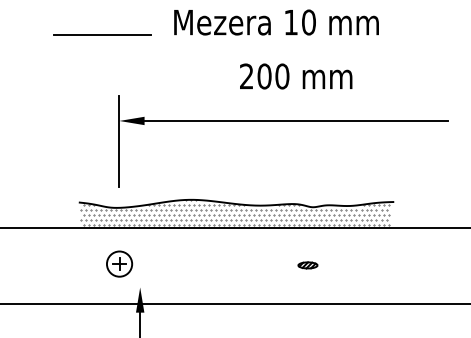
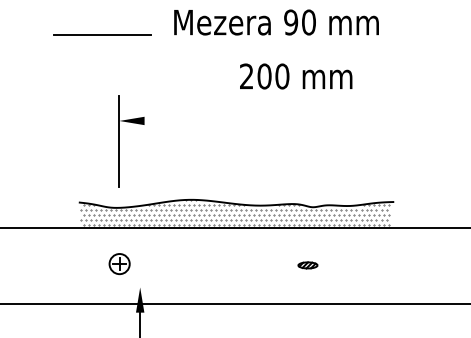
text at (291, 22): 10 -> 90
line at (296, 120): present -> none
part at (119, 263) size: 28x28 px -> 23x23 px
